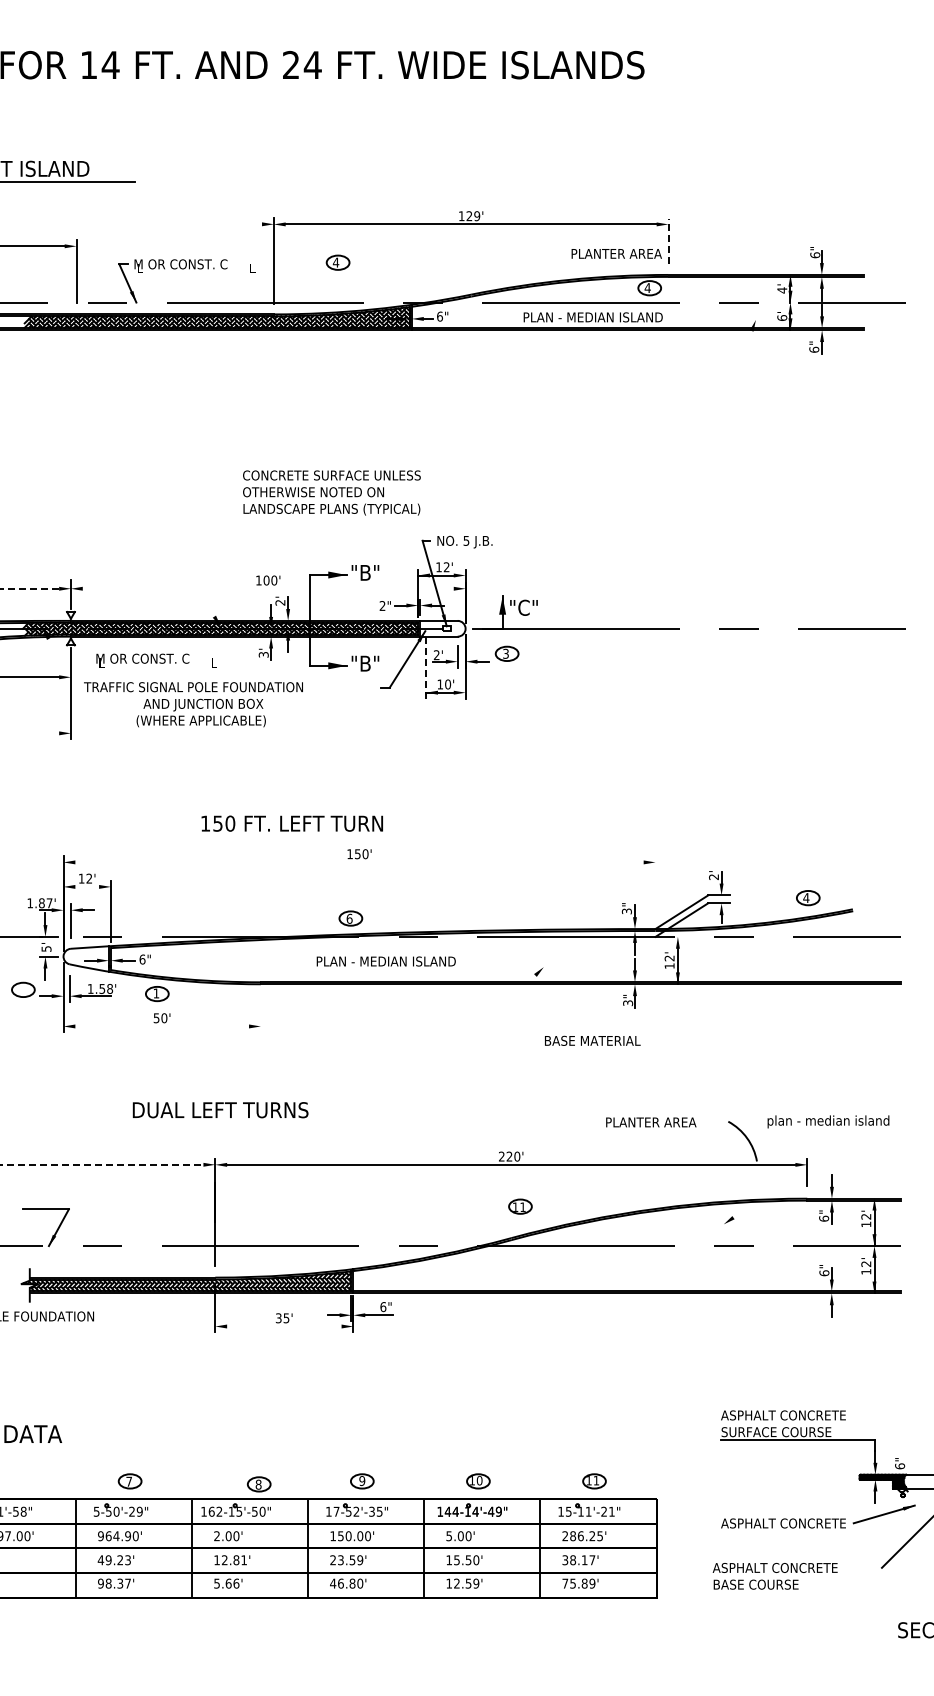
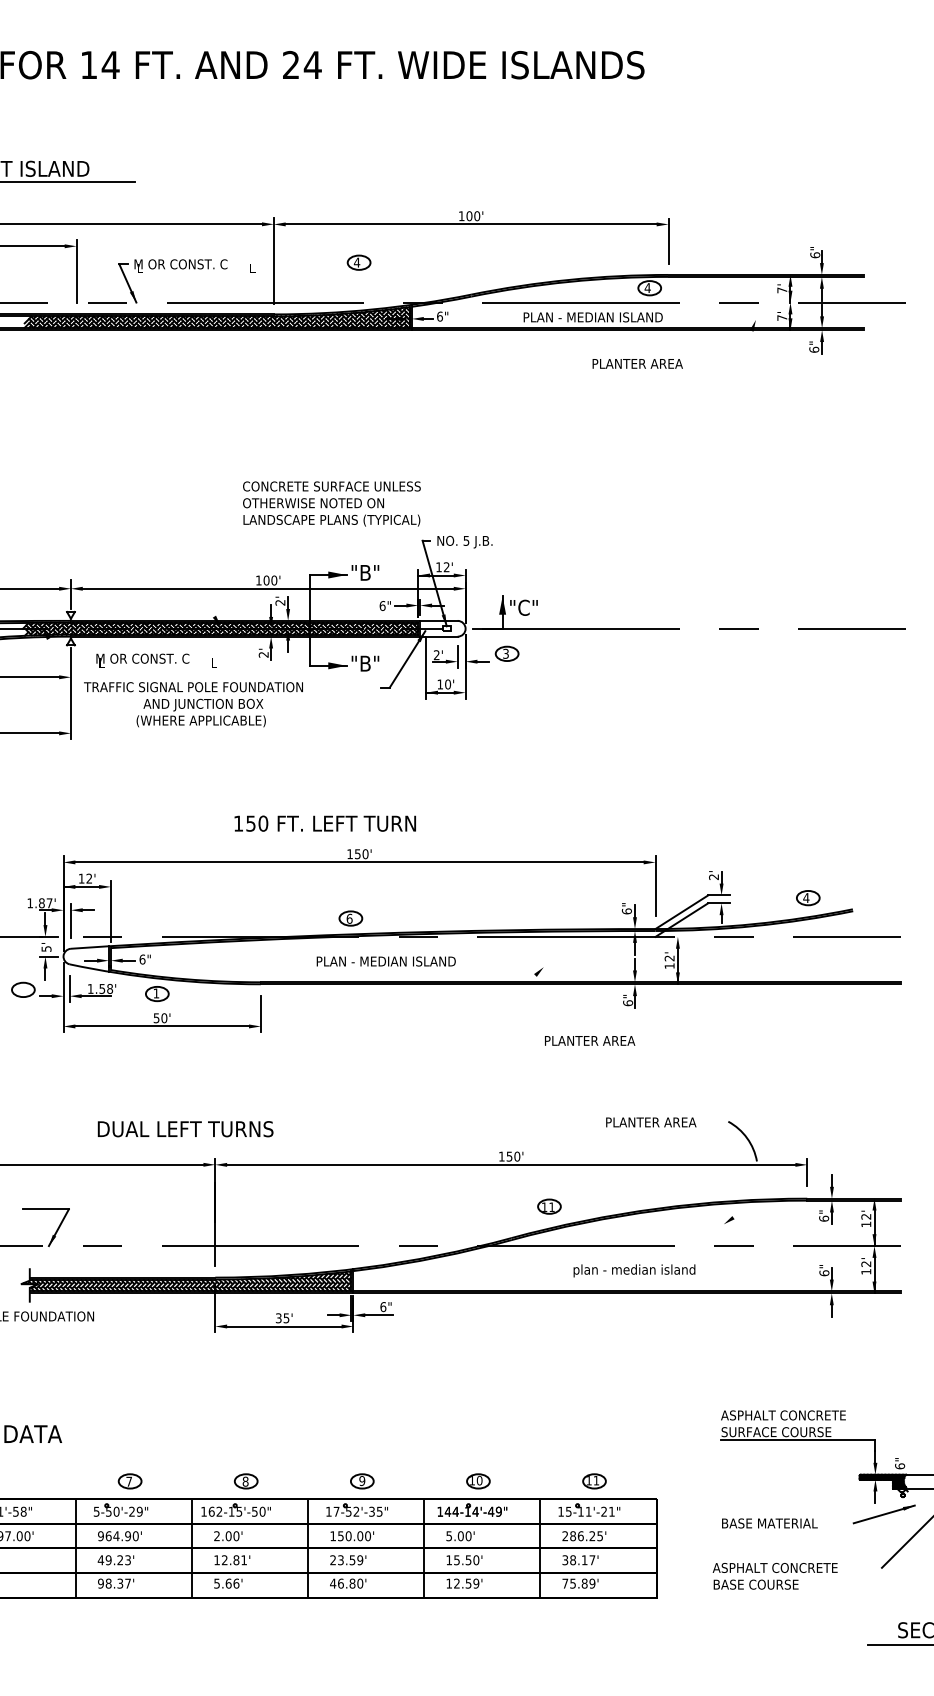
text at (472, 216): 129' -> 100'
line at (132, 224): none -> present
line at (668, 241): dashed -> solid
text at (616, 253) position: (616, 253) -> (637, 363)
part at (337, 262) position: (337, 262) -> (358, 262)
text at (782, 290): 4' -> 7'
text at (782, 317): 6' -> 7'
text at (331, 492) position: (331, 492) -> (331, 503)
line at (30, 588): dashed -> solid
line at (267, 588): none -> present
text at (382, 605): 2" -> 6"
text at (263, 654): 3' -> 2'
line at (426, 667): dashed -> solid
line at (30, 733): none -> present
text at (291, 823) position: (291, 823) -> (324, 823)
line at (359, 862): none -> present
line at (81, 886): none -> present
line at (655, 886): none -> present
text at (626, 911): 3" -> 6"
text at (628, 1003): 3" -> 6"
line at (260, 1013): none -> present
line at (162, 1026): none -> present
text at (593, 1040): BASE MATERIAL -> PLANTER AREA
text at (220, 1110) position: (220, 1110) -> (185, 1129)
text at (828, 1121) position: (828, 1121) -> (634, 1270)
text at (505, 1156): 220' -> 150'
line at (102, 1164): dashed -> solid
part at (520, 1206) position: (520, 1206) -> (549, 1206)
line at (284, 1326): none -> present
part at (258, 1484) position: (258, 1484) -> (245, 1481)
text at (783, 1523): ASPHALT CONCRETE -> BASE MATERIAL
line at (898, 1645): none -> present
